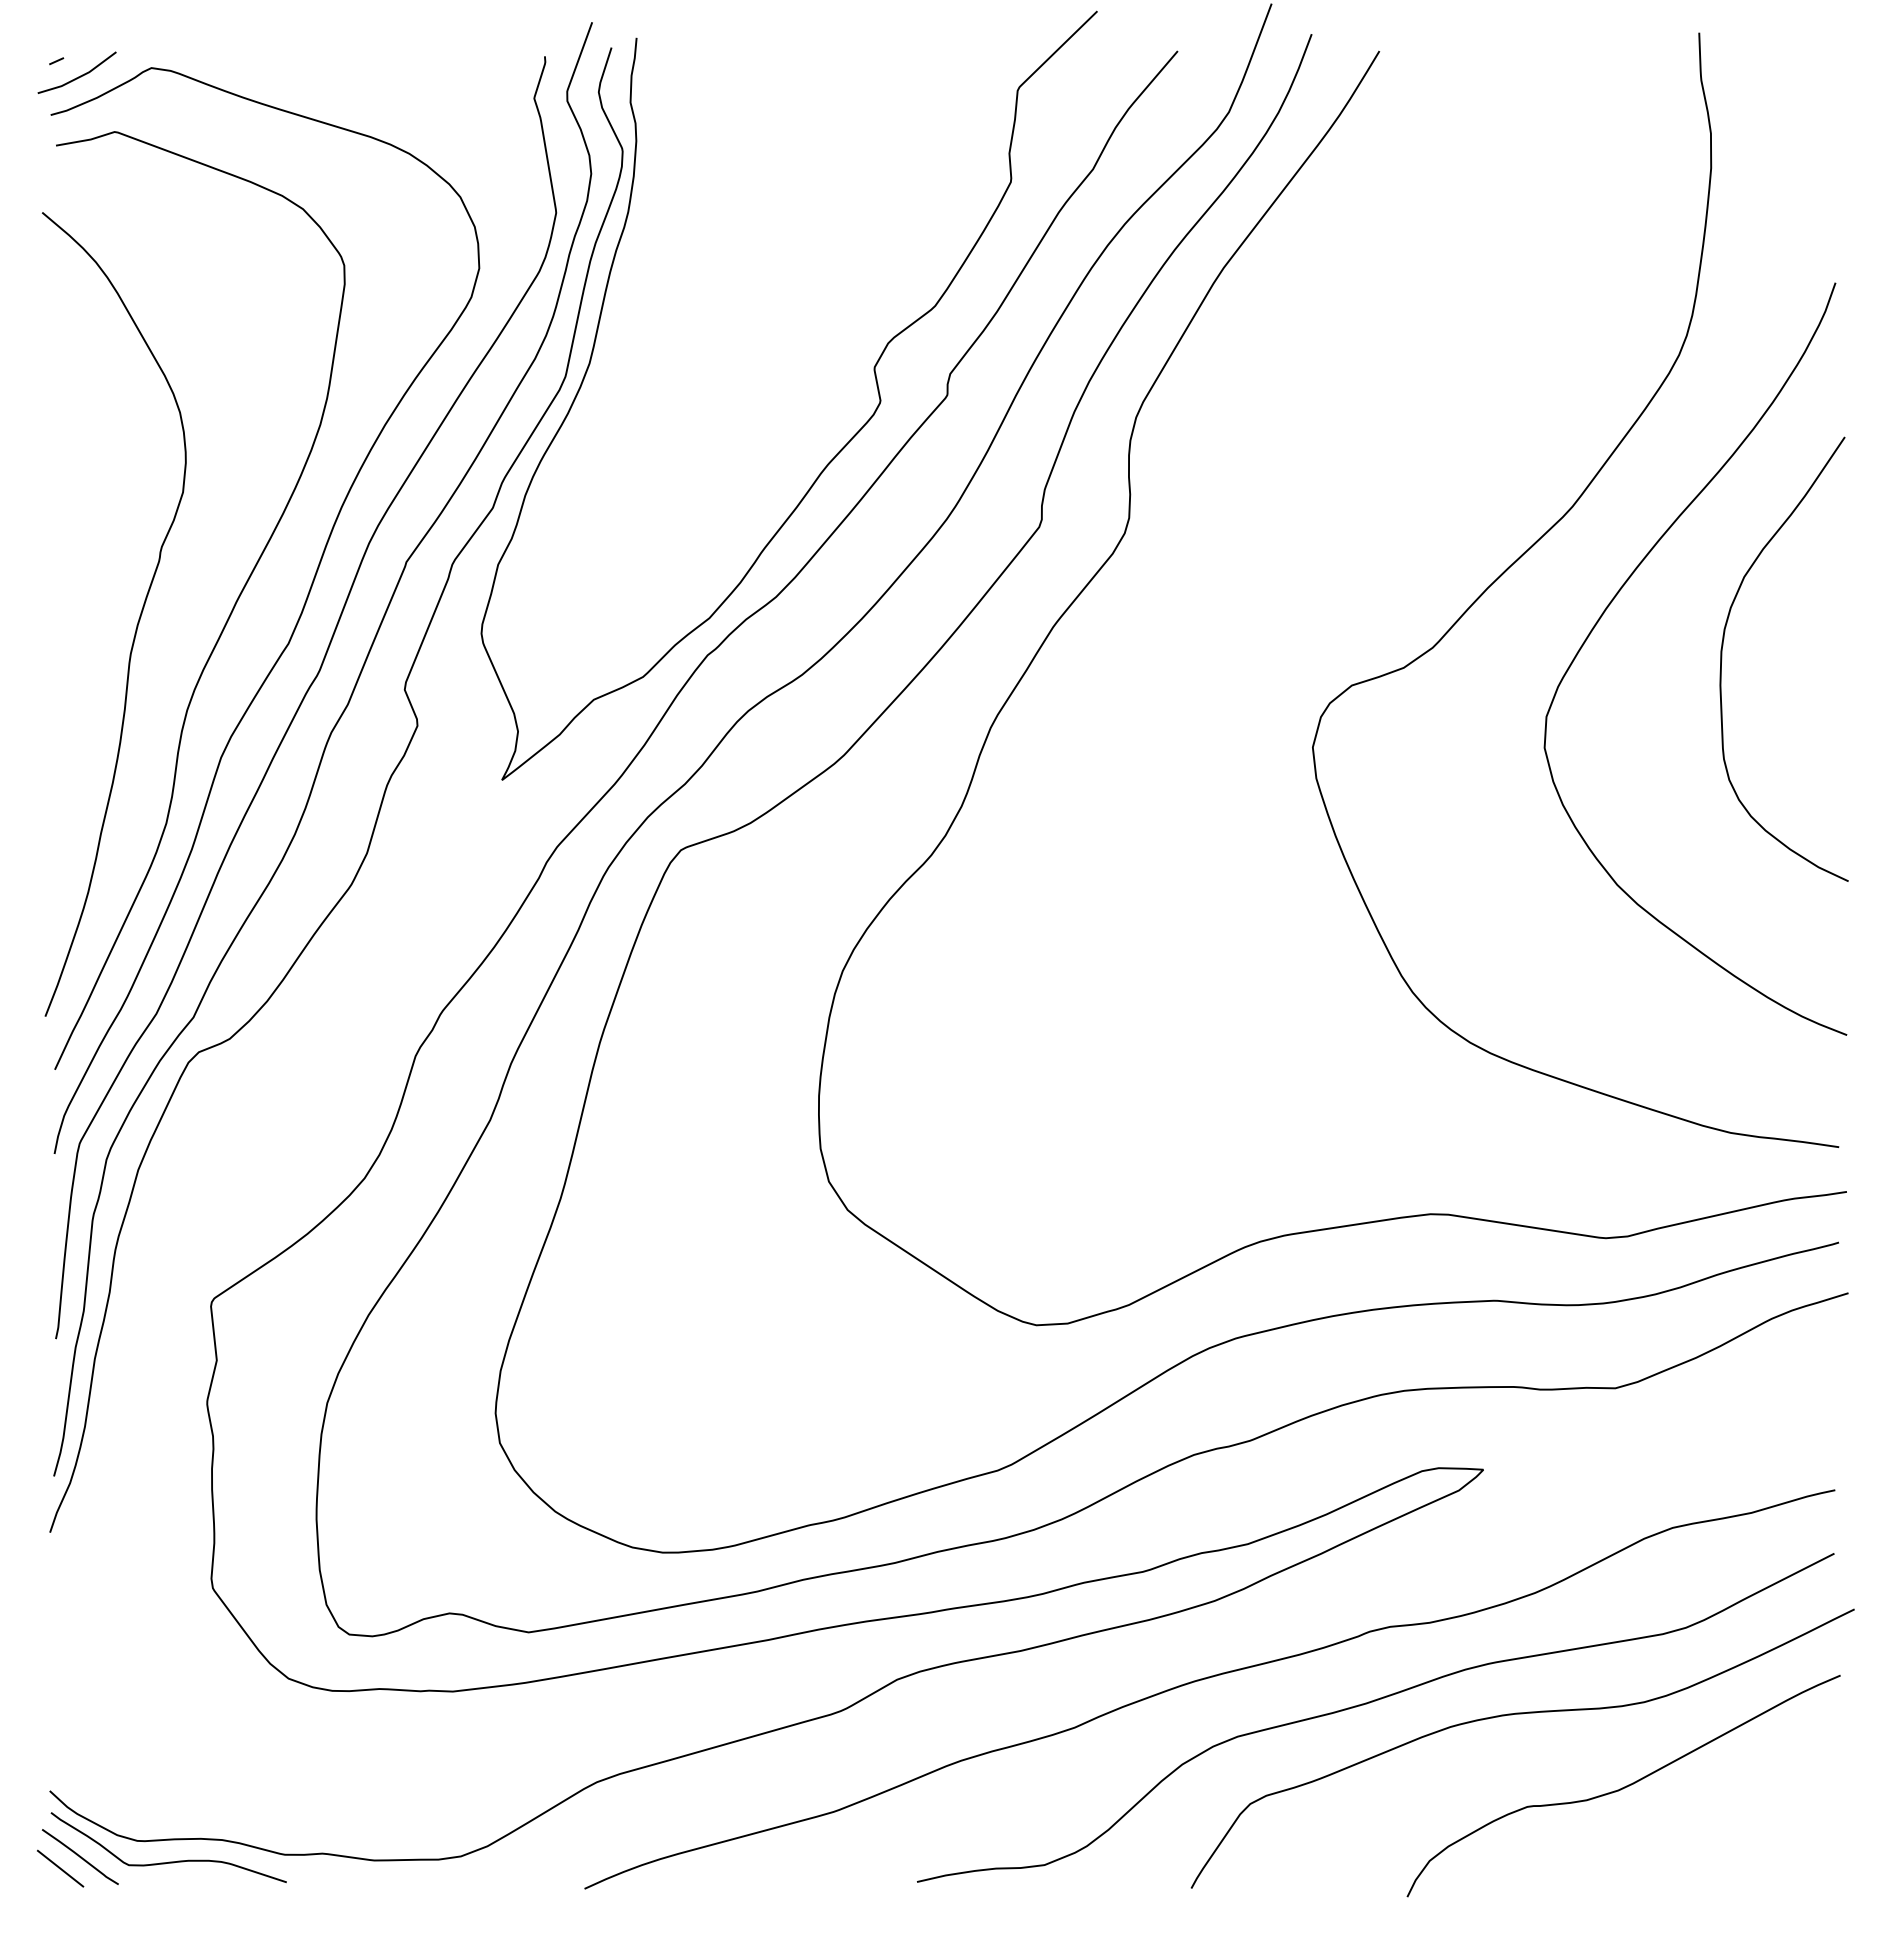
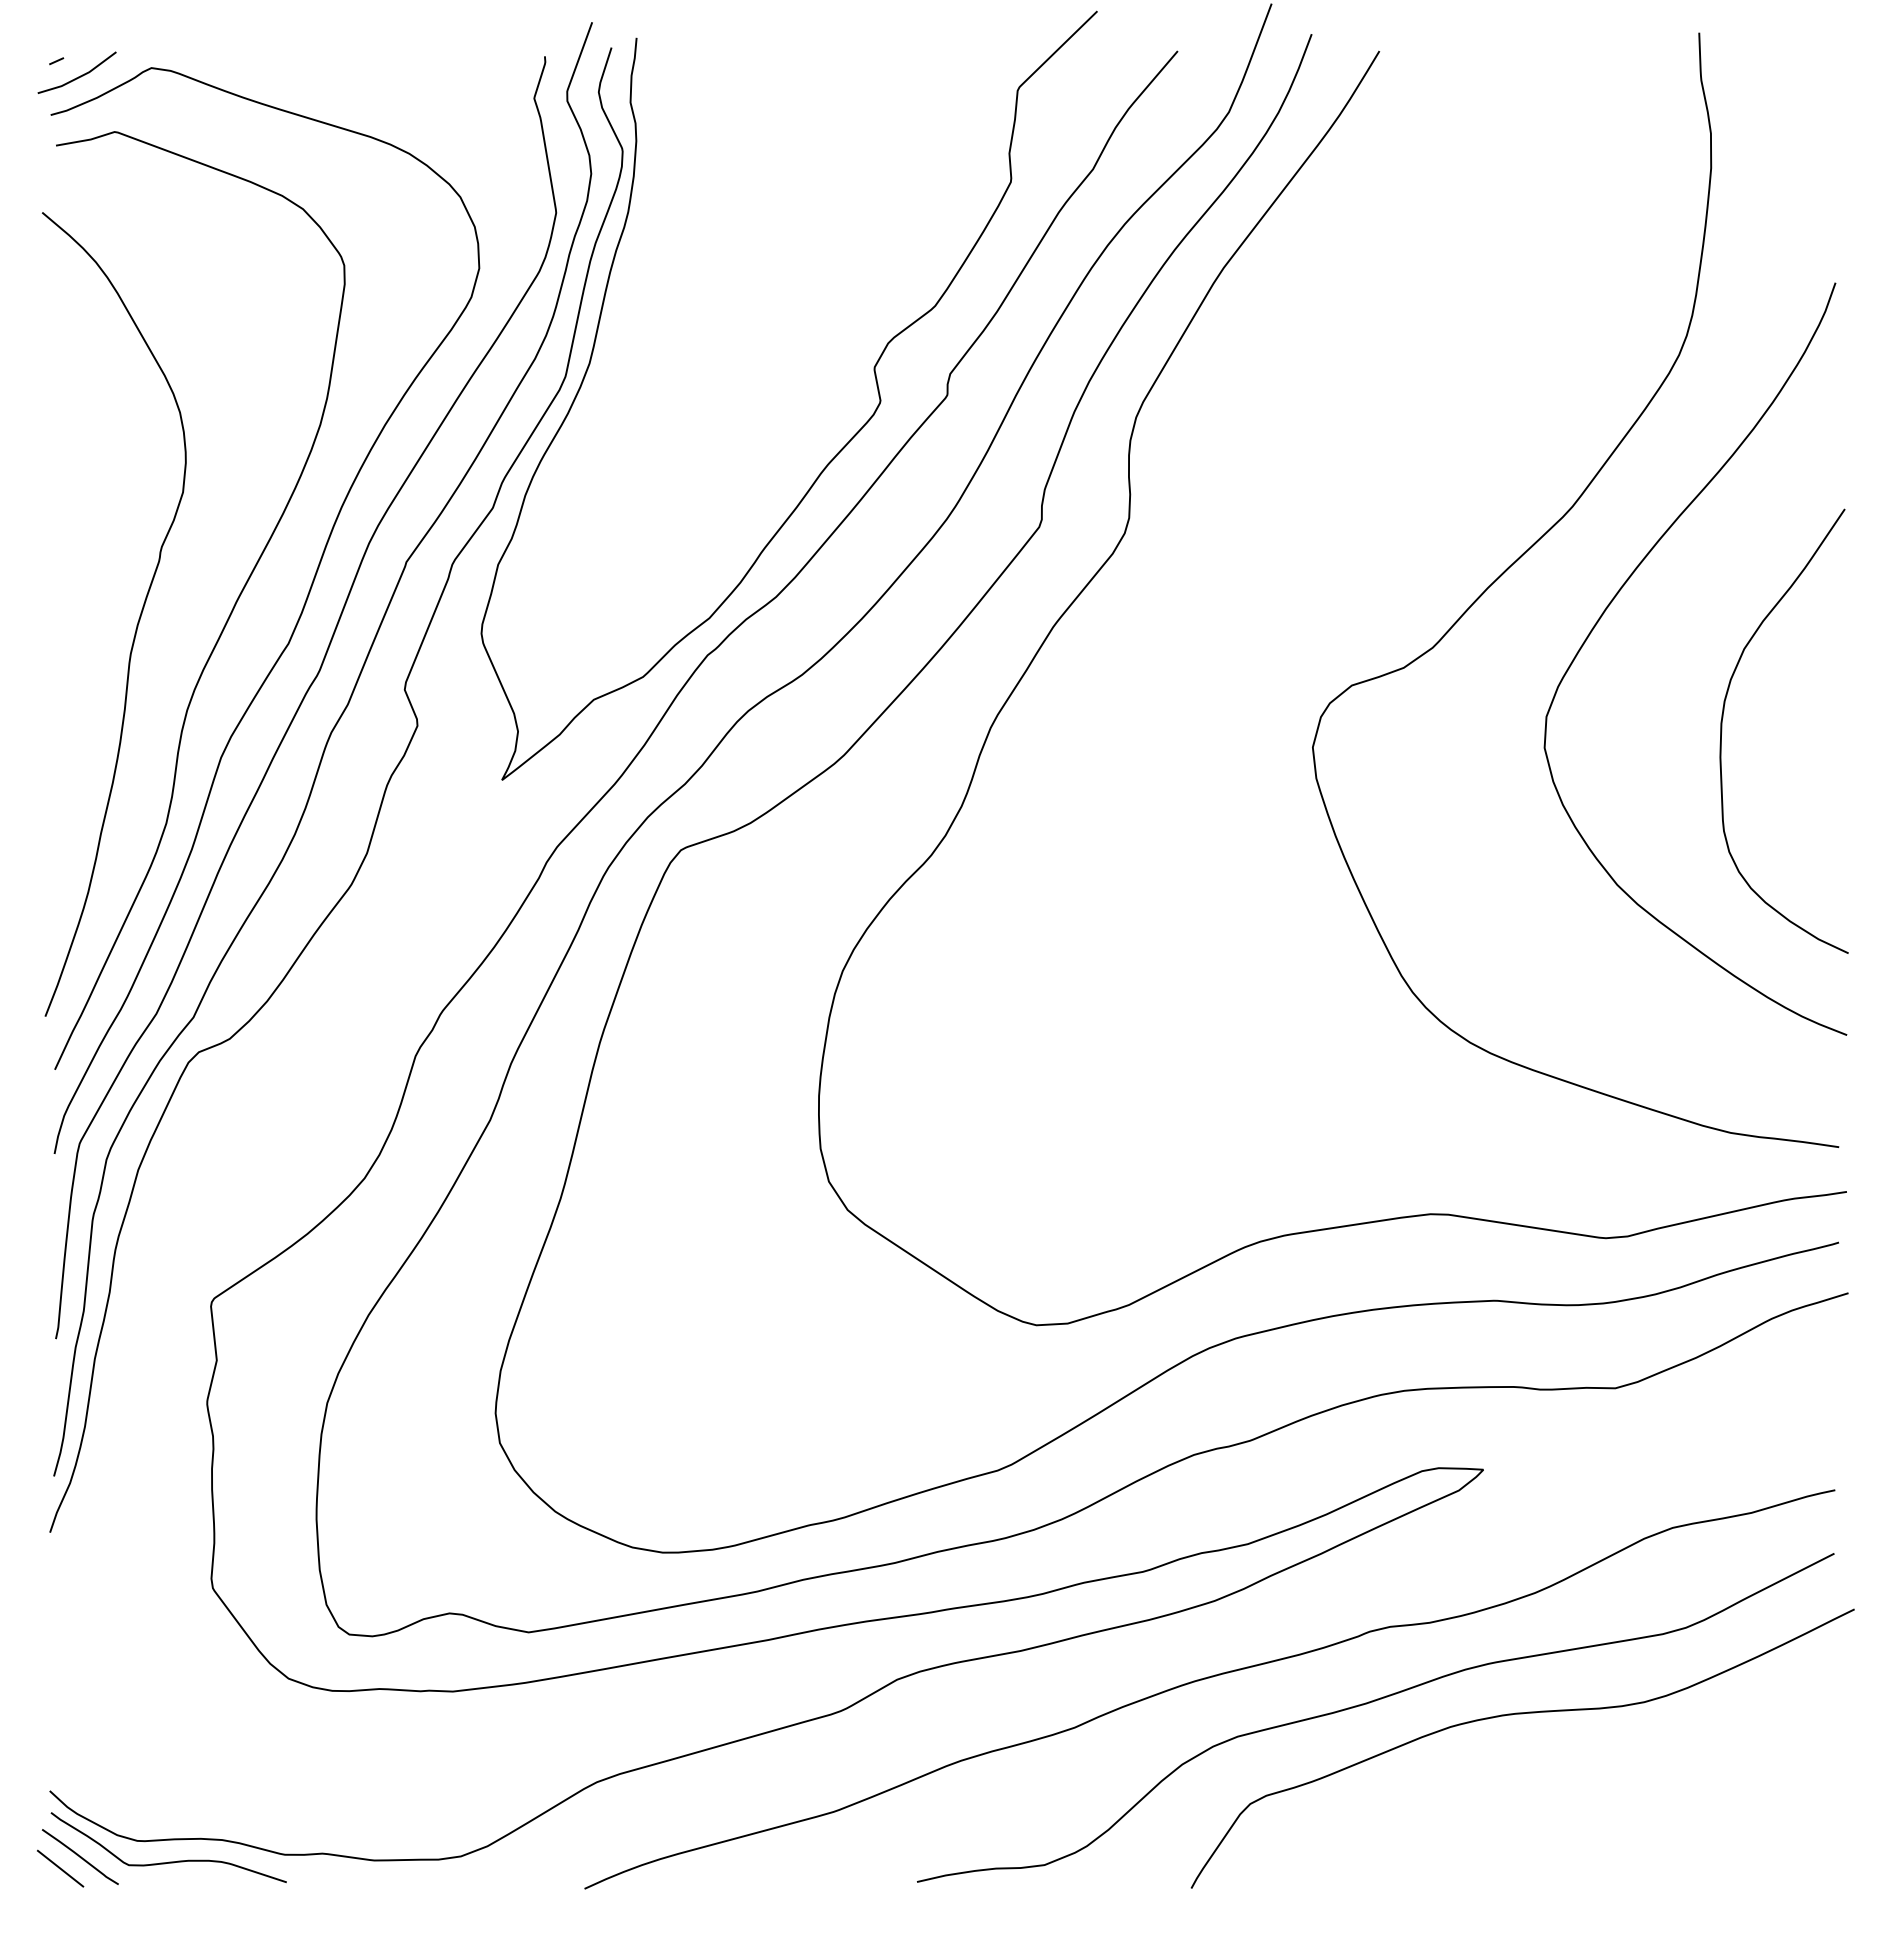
curve at (1722, 658) position: (1722, 658) -> (1722, 730)
curve at (1624, 1786): present -> none
